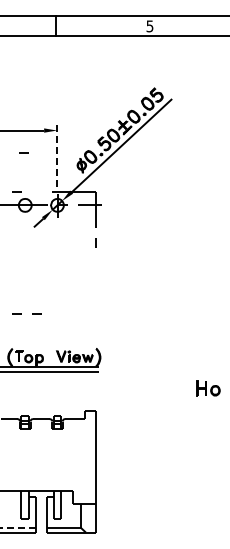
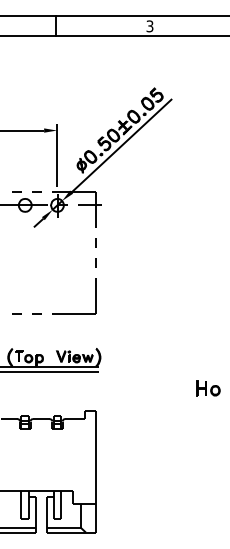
text at (149, 25): 5 -> 3
line at (23, 152) position: (23, 152) -> (36, 191)
line at (57, 155): dashed -> solid
line at (95, 262): none -> present
part at (74, 313): none -> present
line at (18, 527): dashed -> solid
